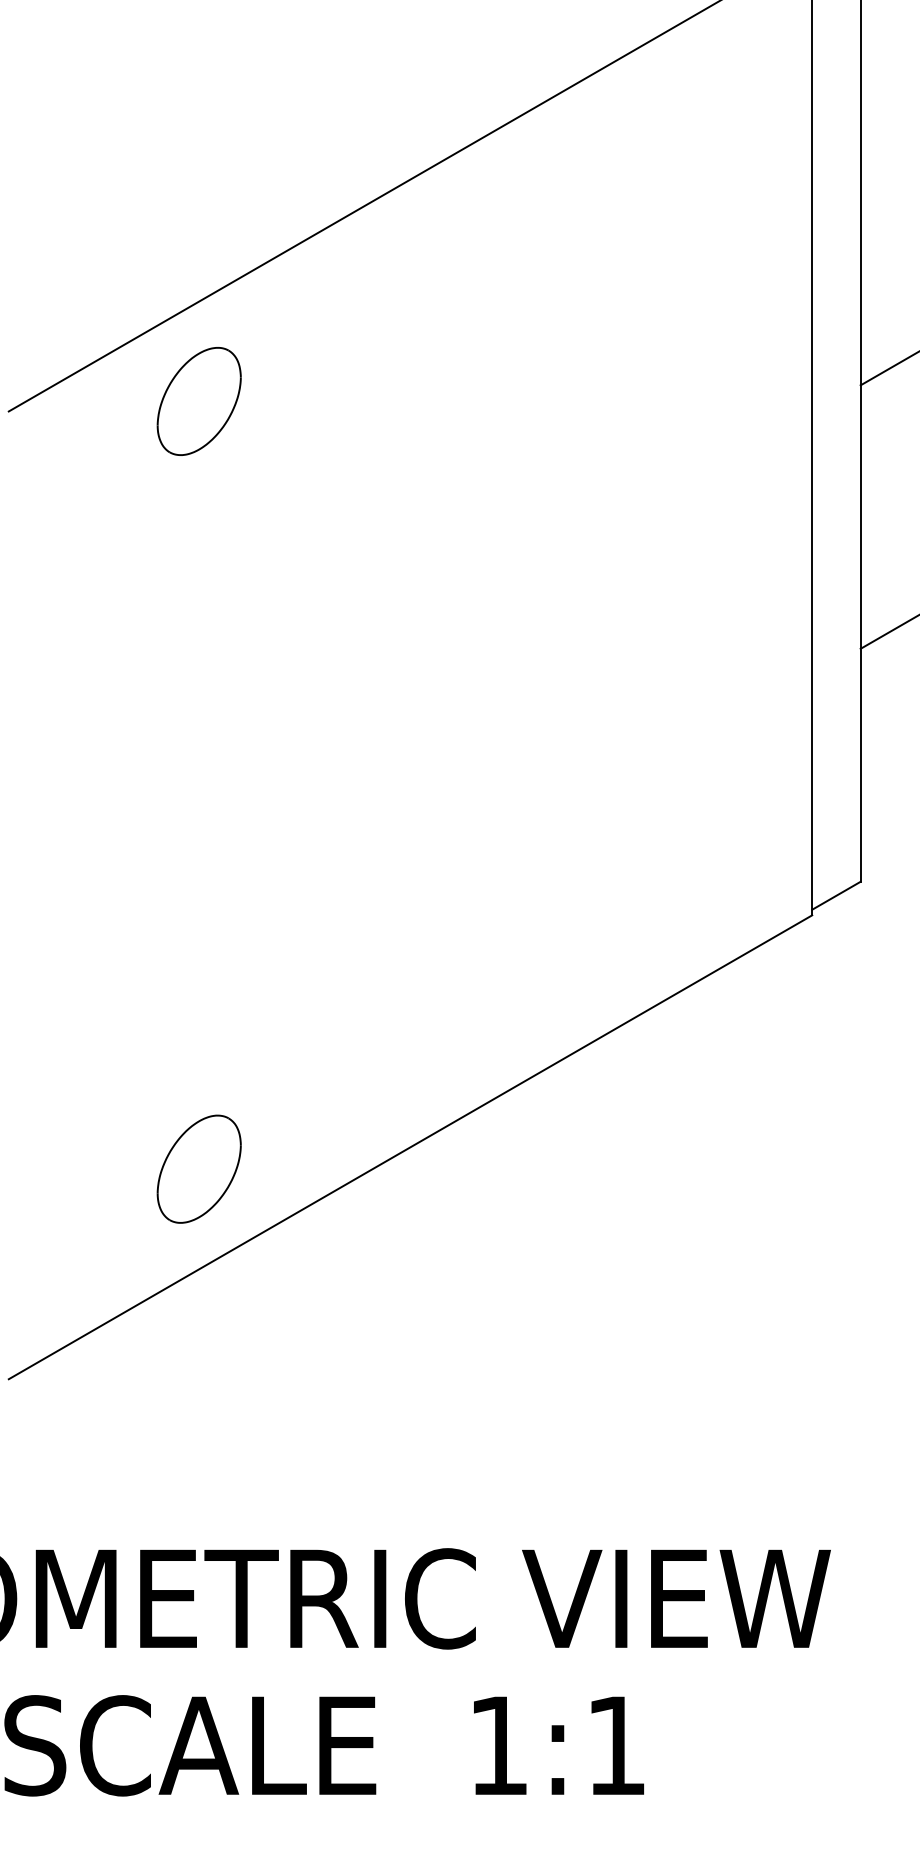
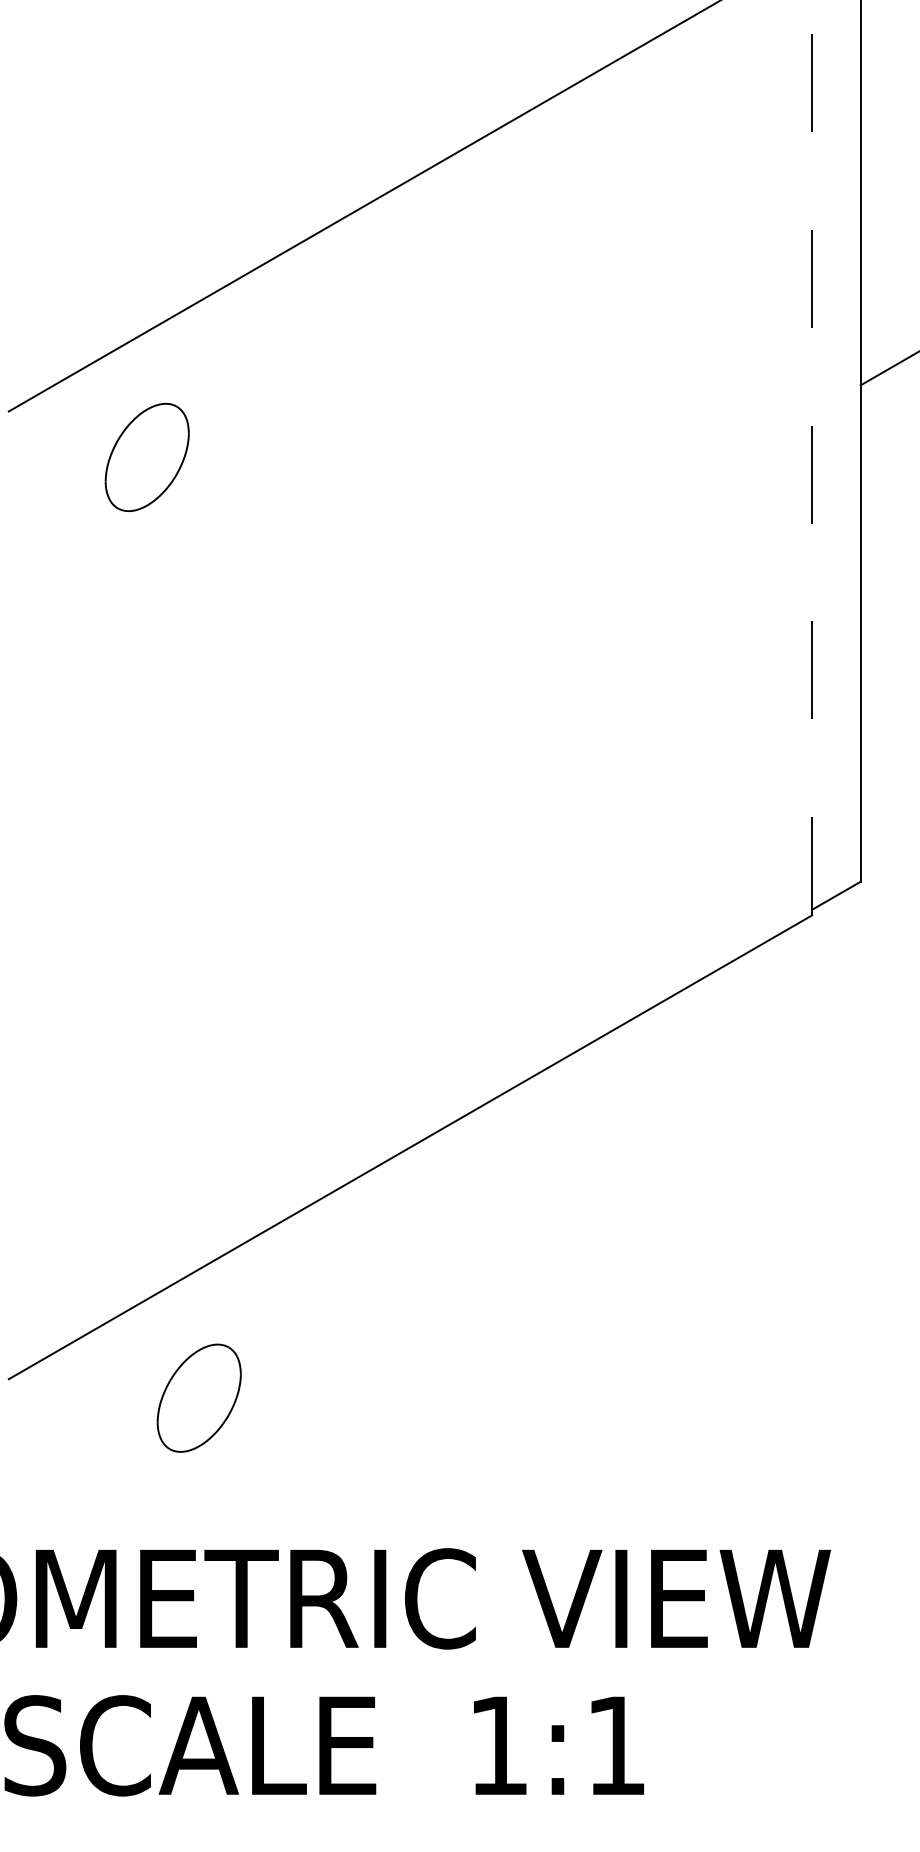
part at (198, 401) position: (198, 401) -> (146, 457)
line at (812, 457): solid -> dashed
line at (888, 632): present -> none
part at (198, 1168) position: (198, 1168) -> (198, 1397)
